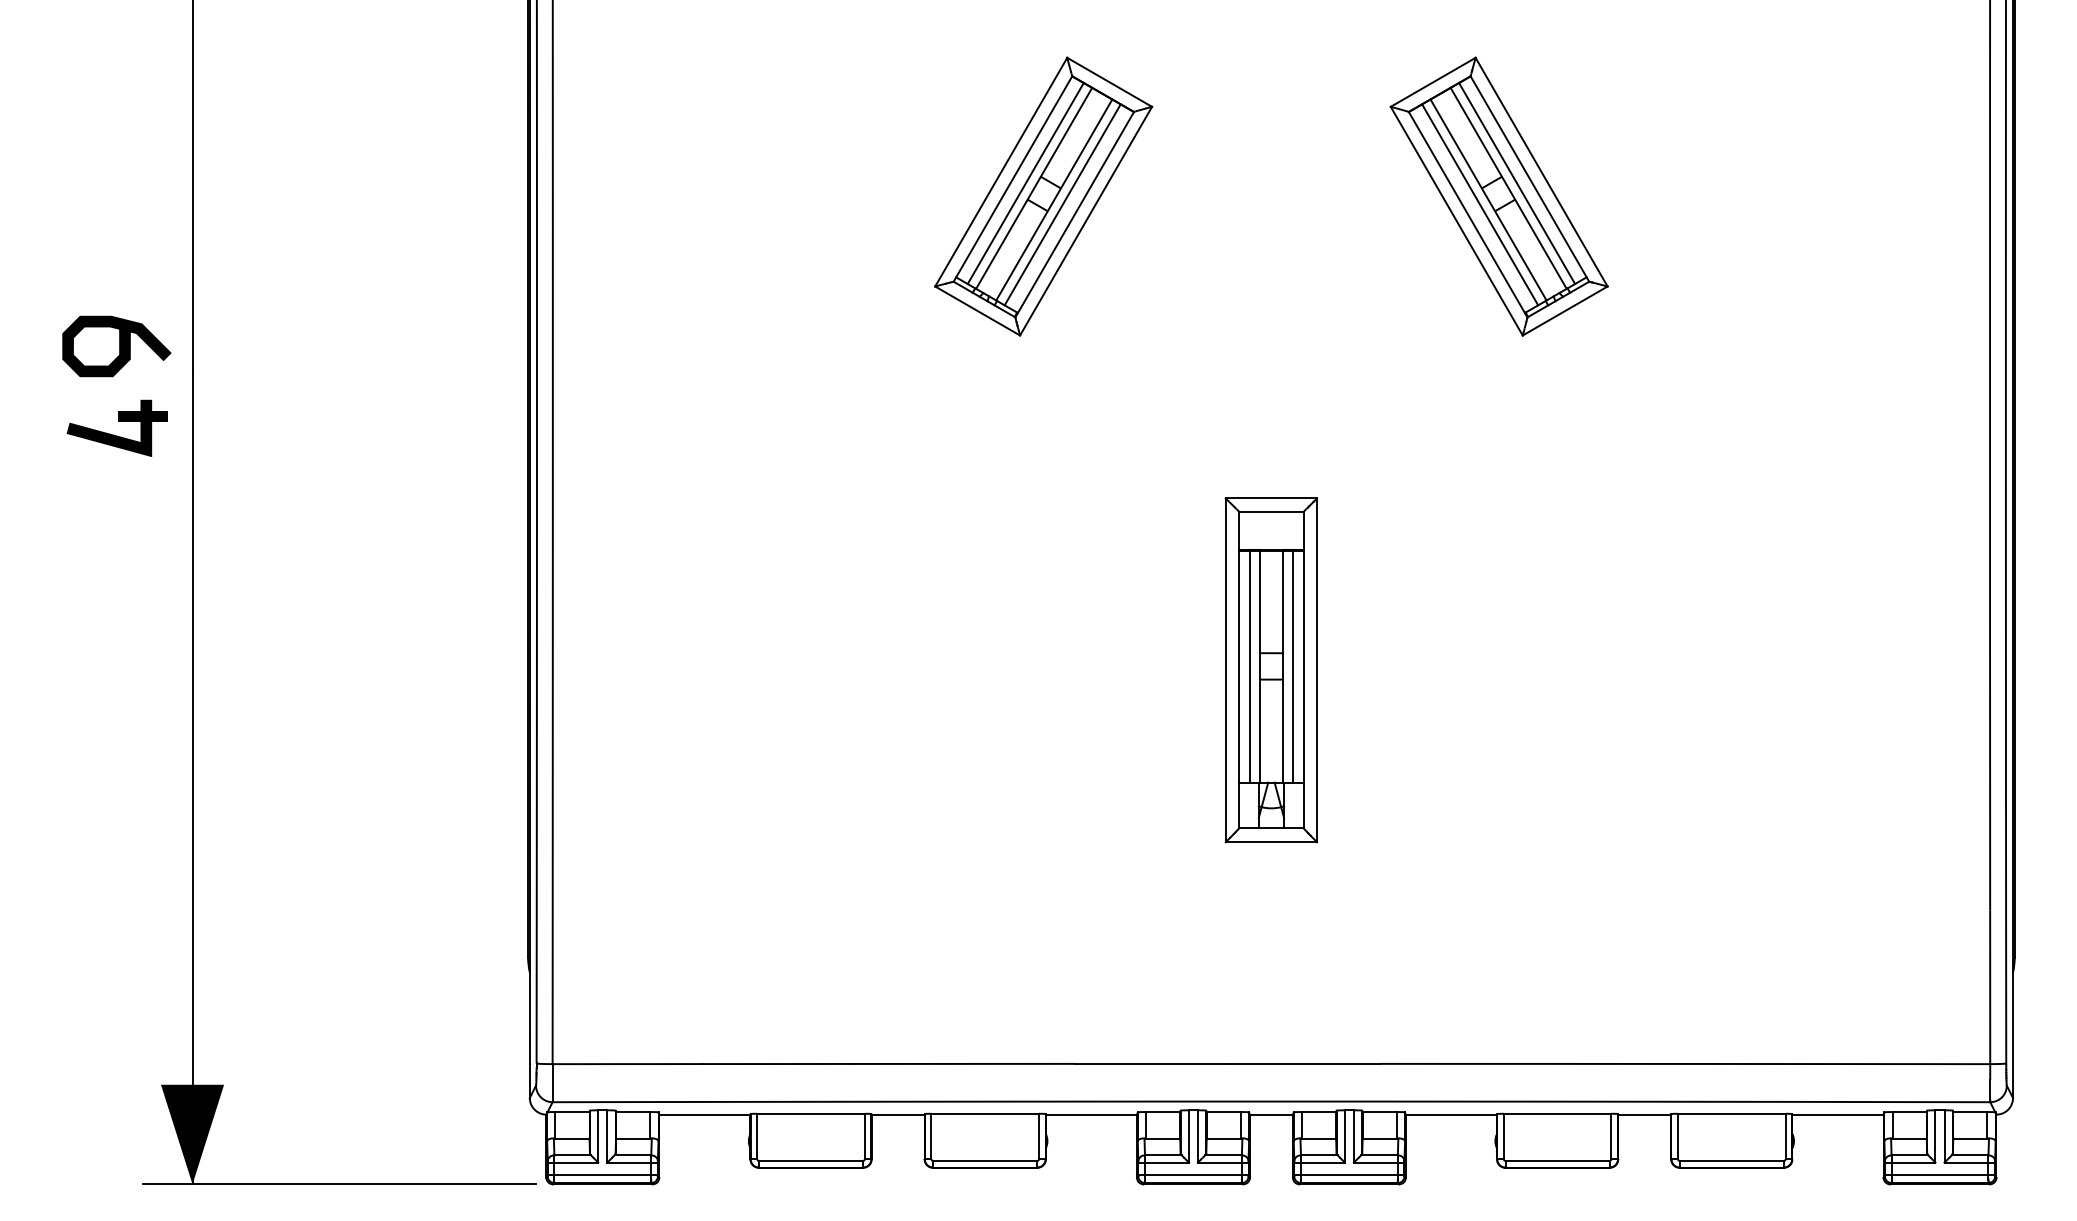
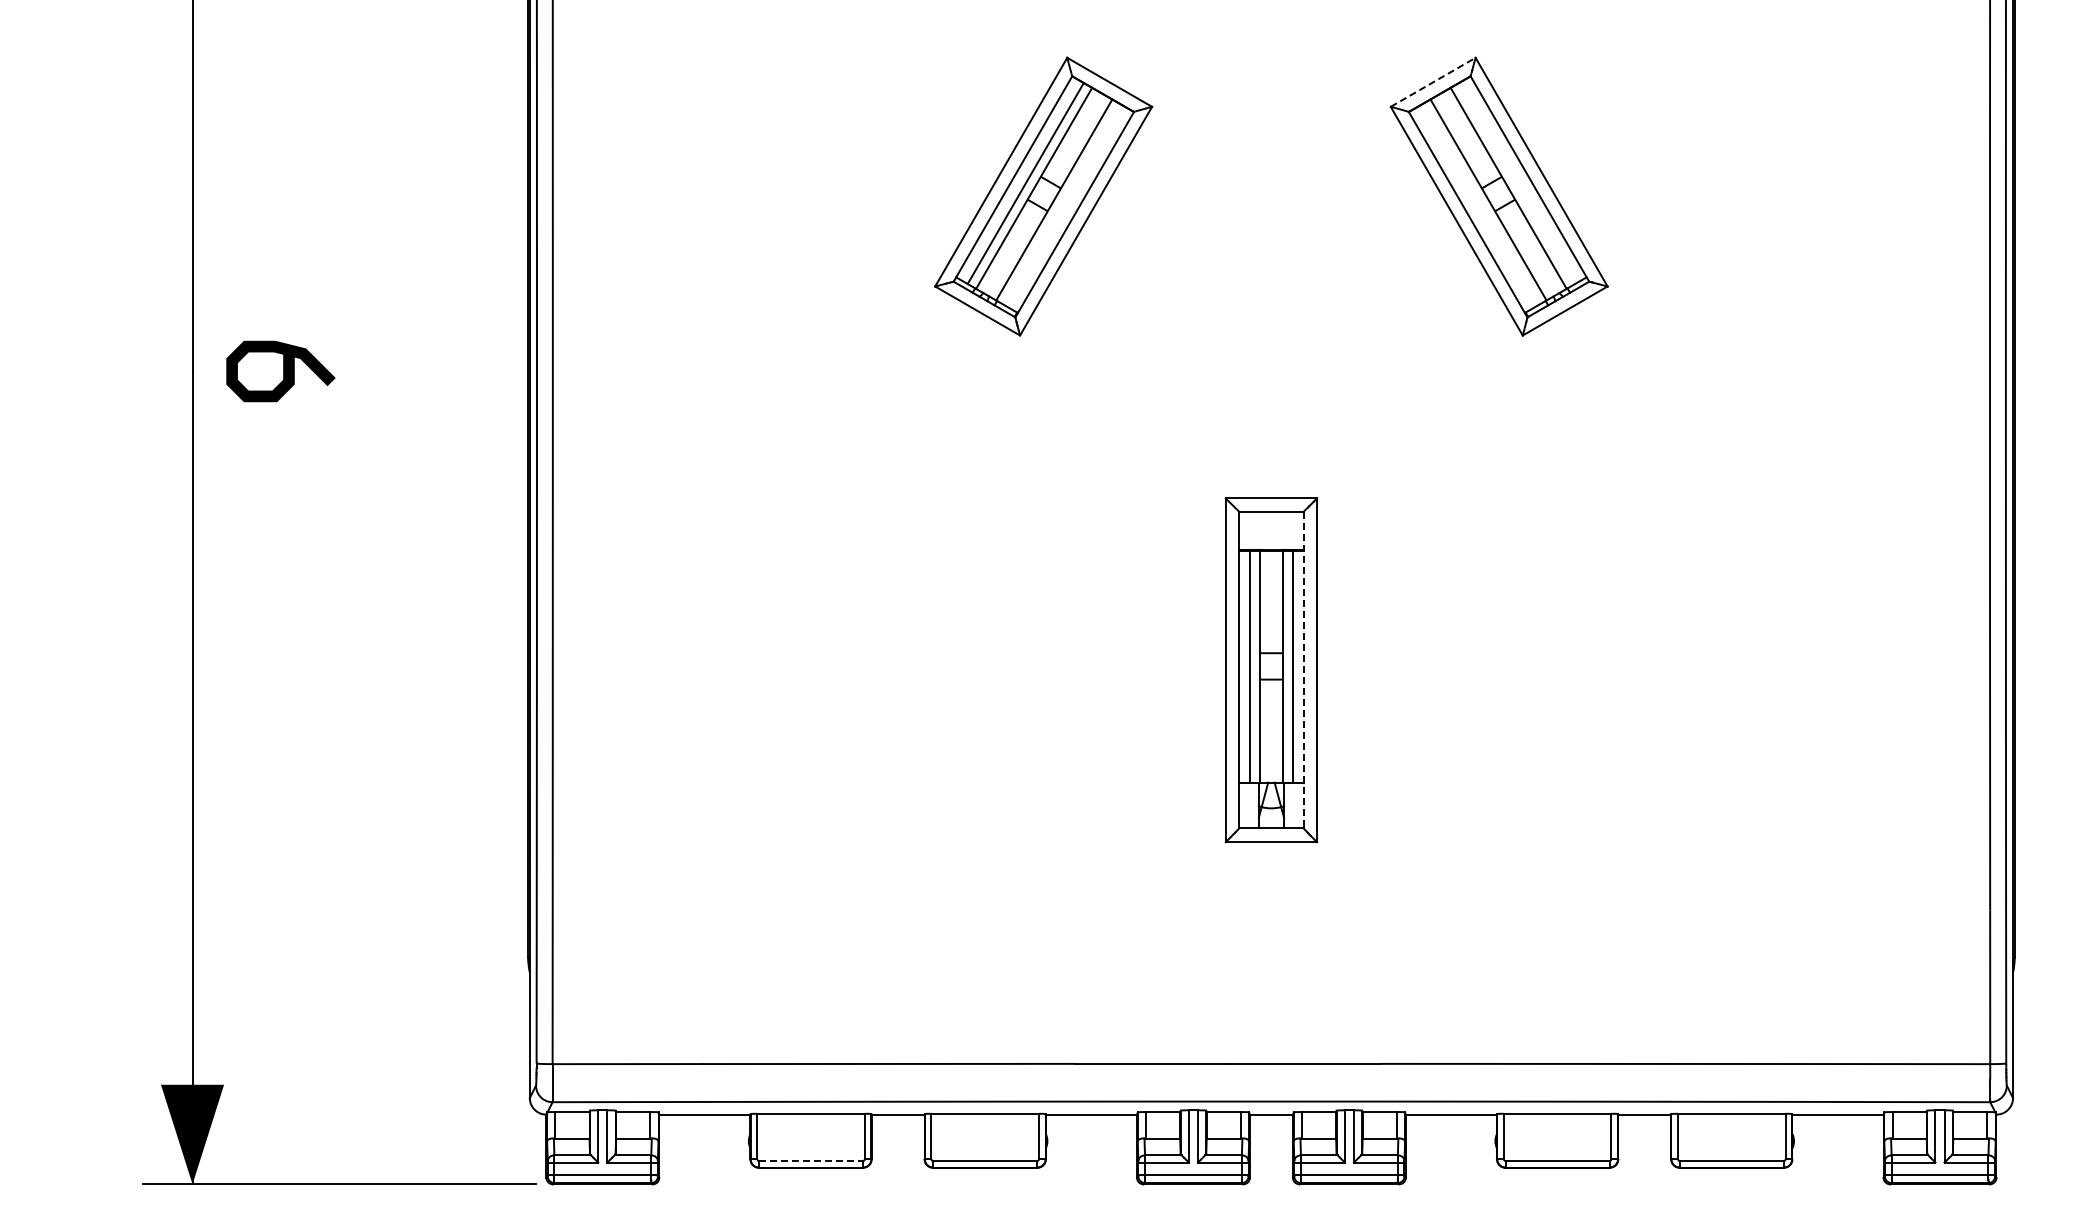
line at (1433, 82): solid -> dashed
line at (1517, 183): present -> none
line at (1062, 204): present -> none
line at (1480, 204): present -> none
curve at (119, 346) position: (119, 346) -> (283, 371)
part at (118, 421): present -> none
line at (1303, 670): solid -> dashed
line at (811, 1160): solid -> dashed
